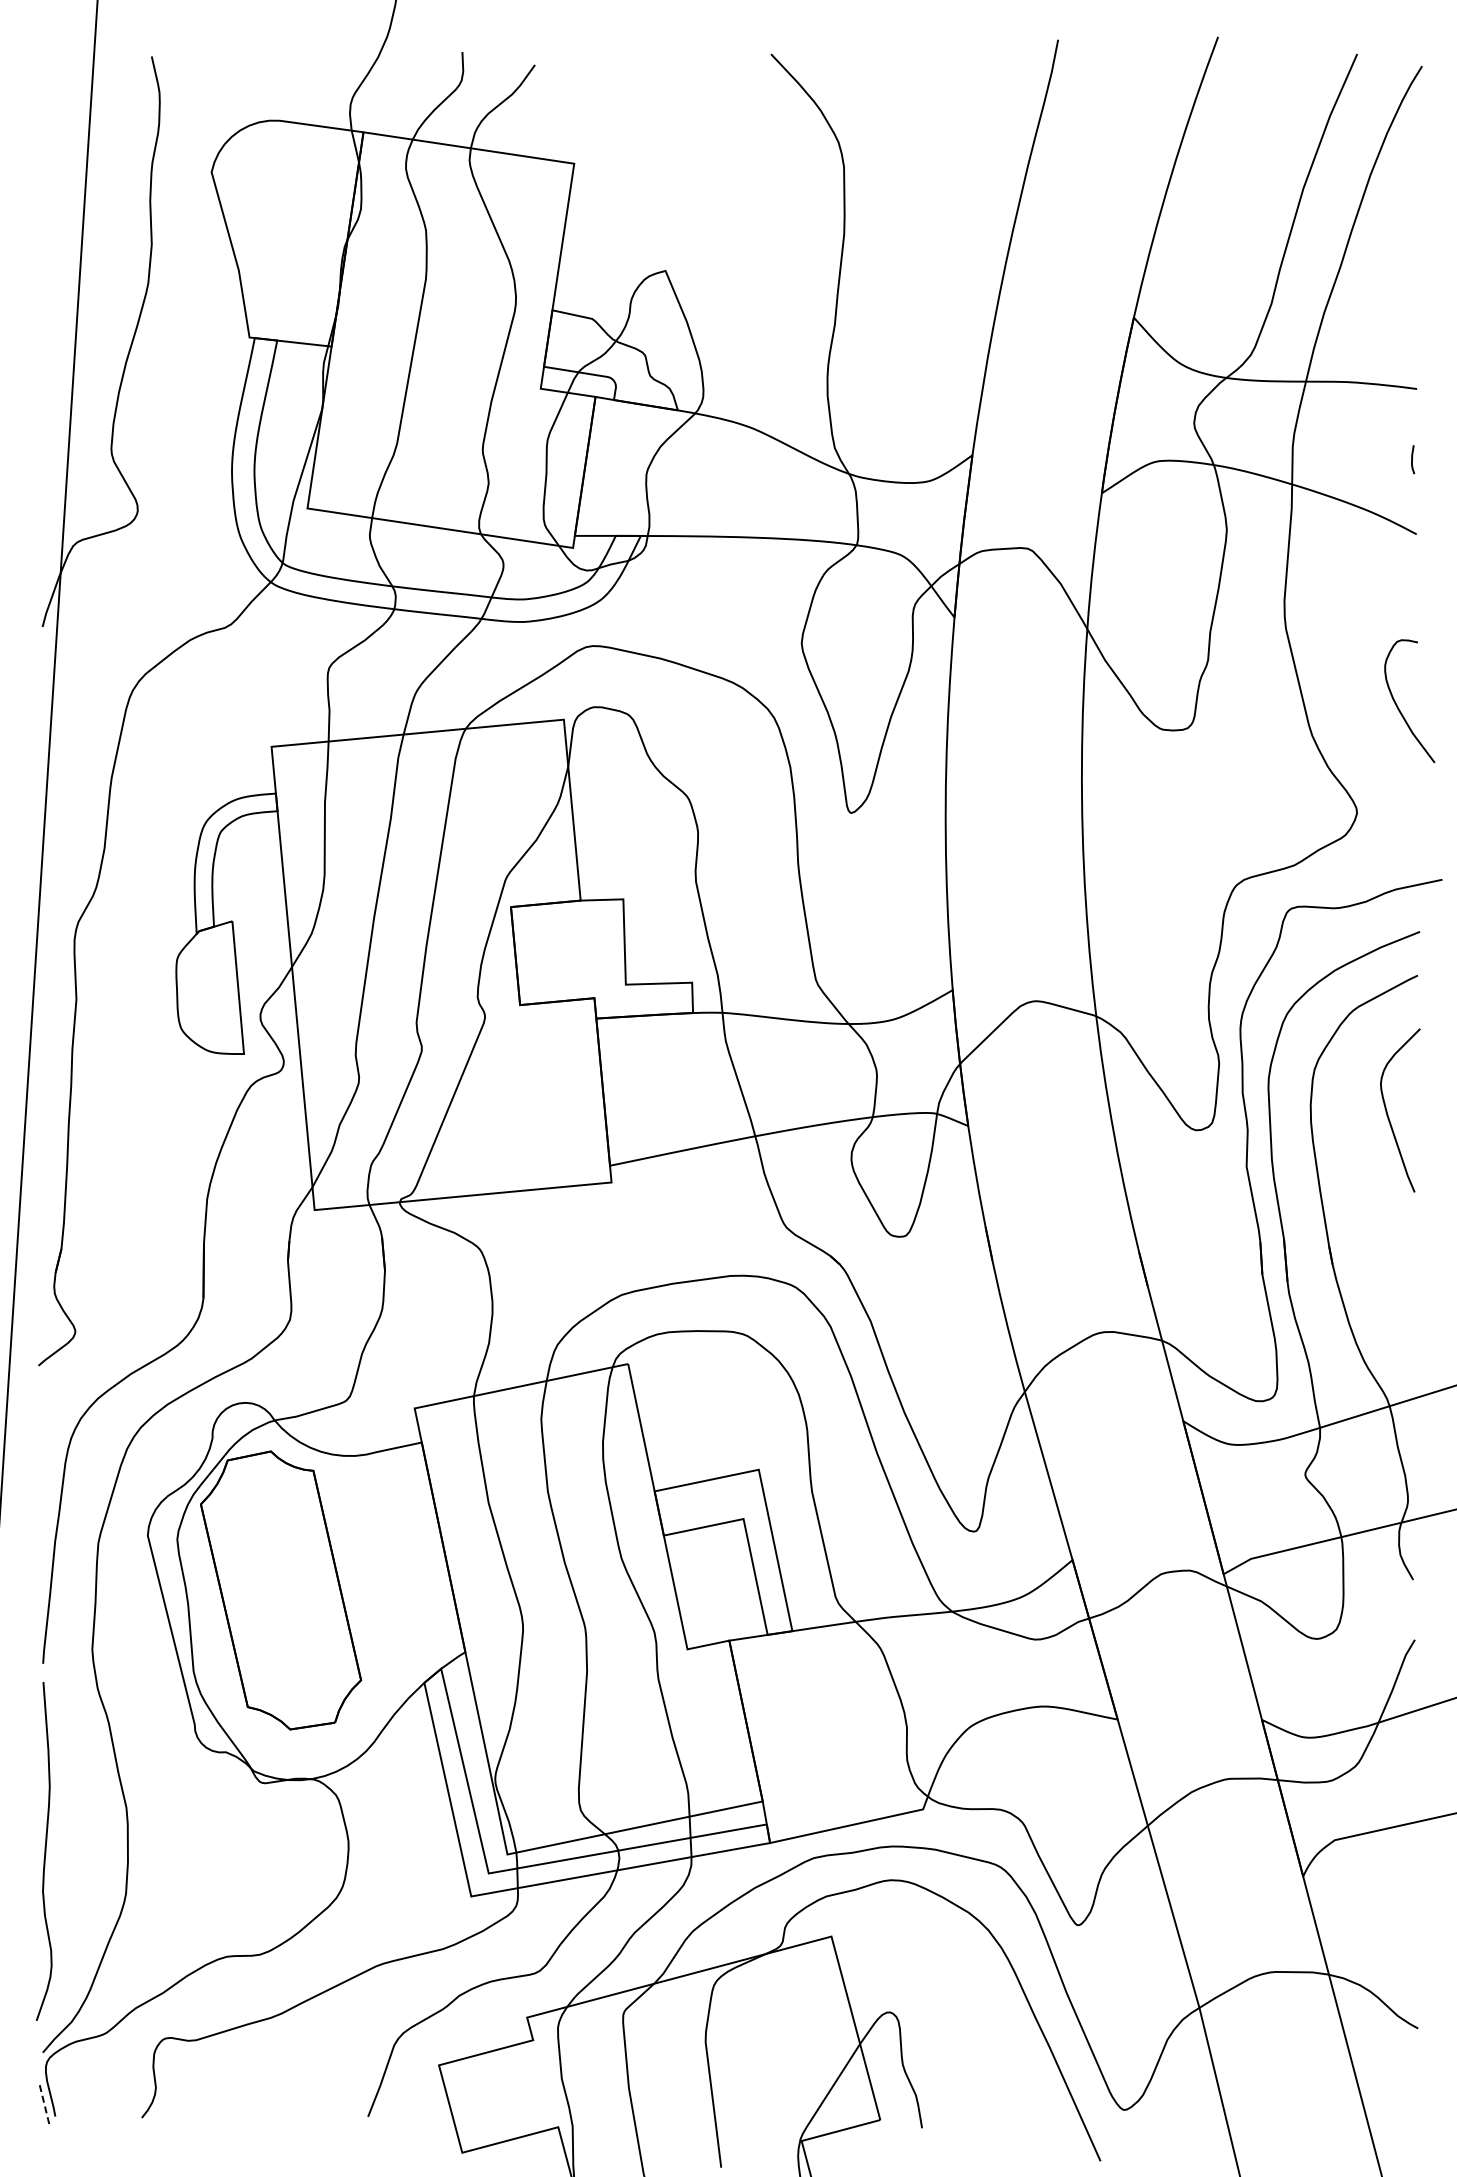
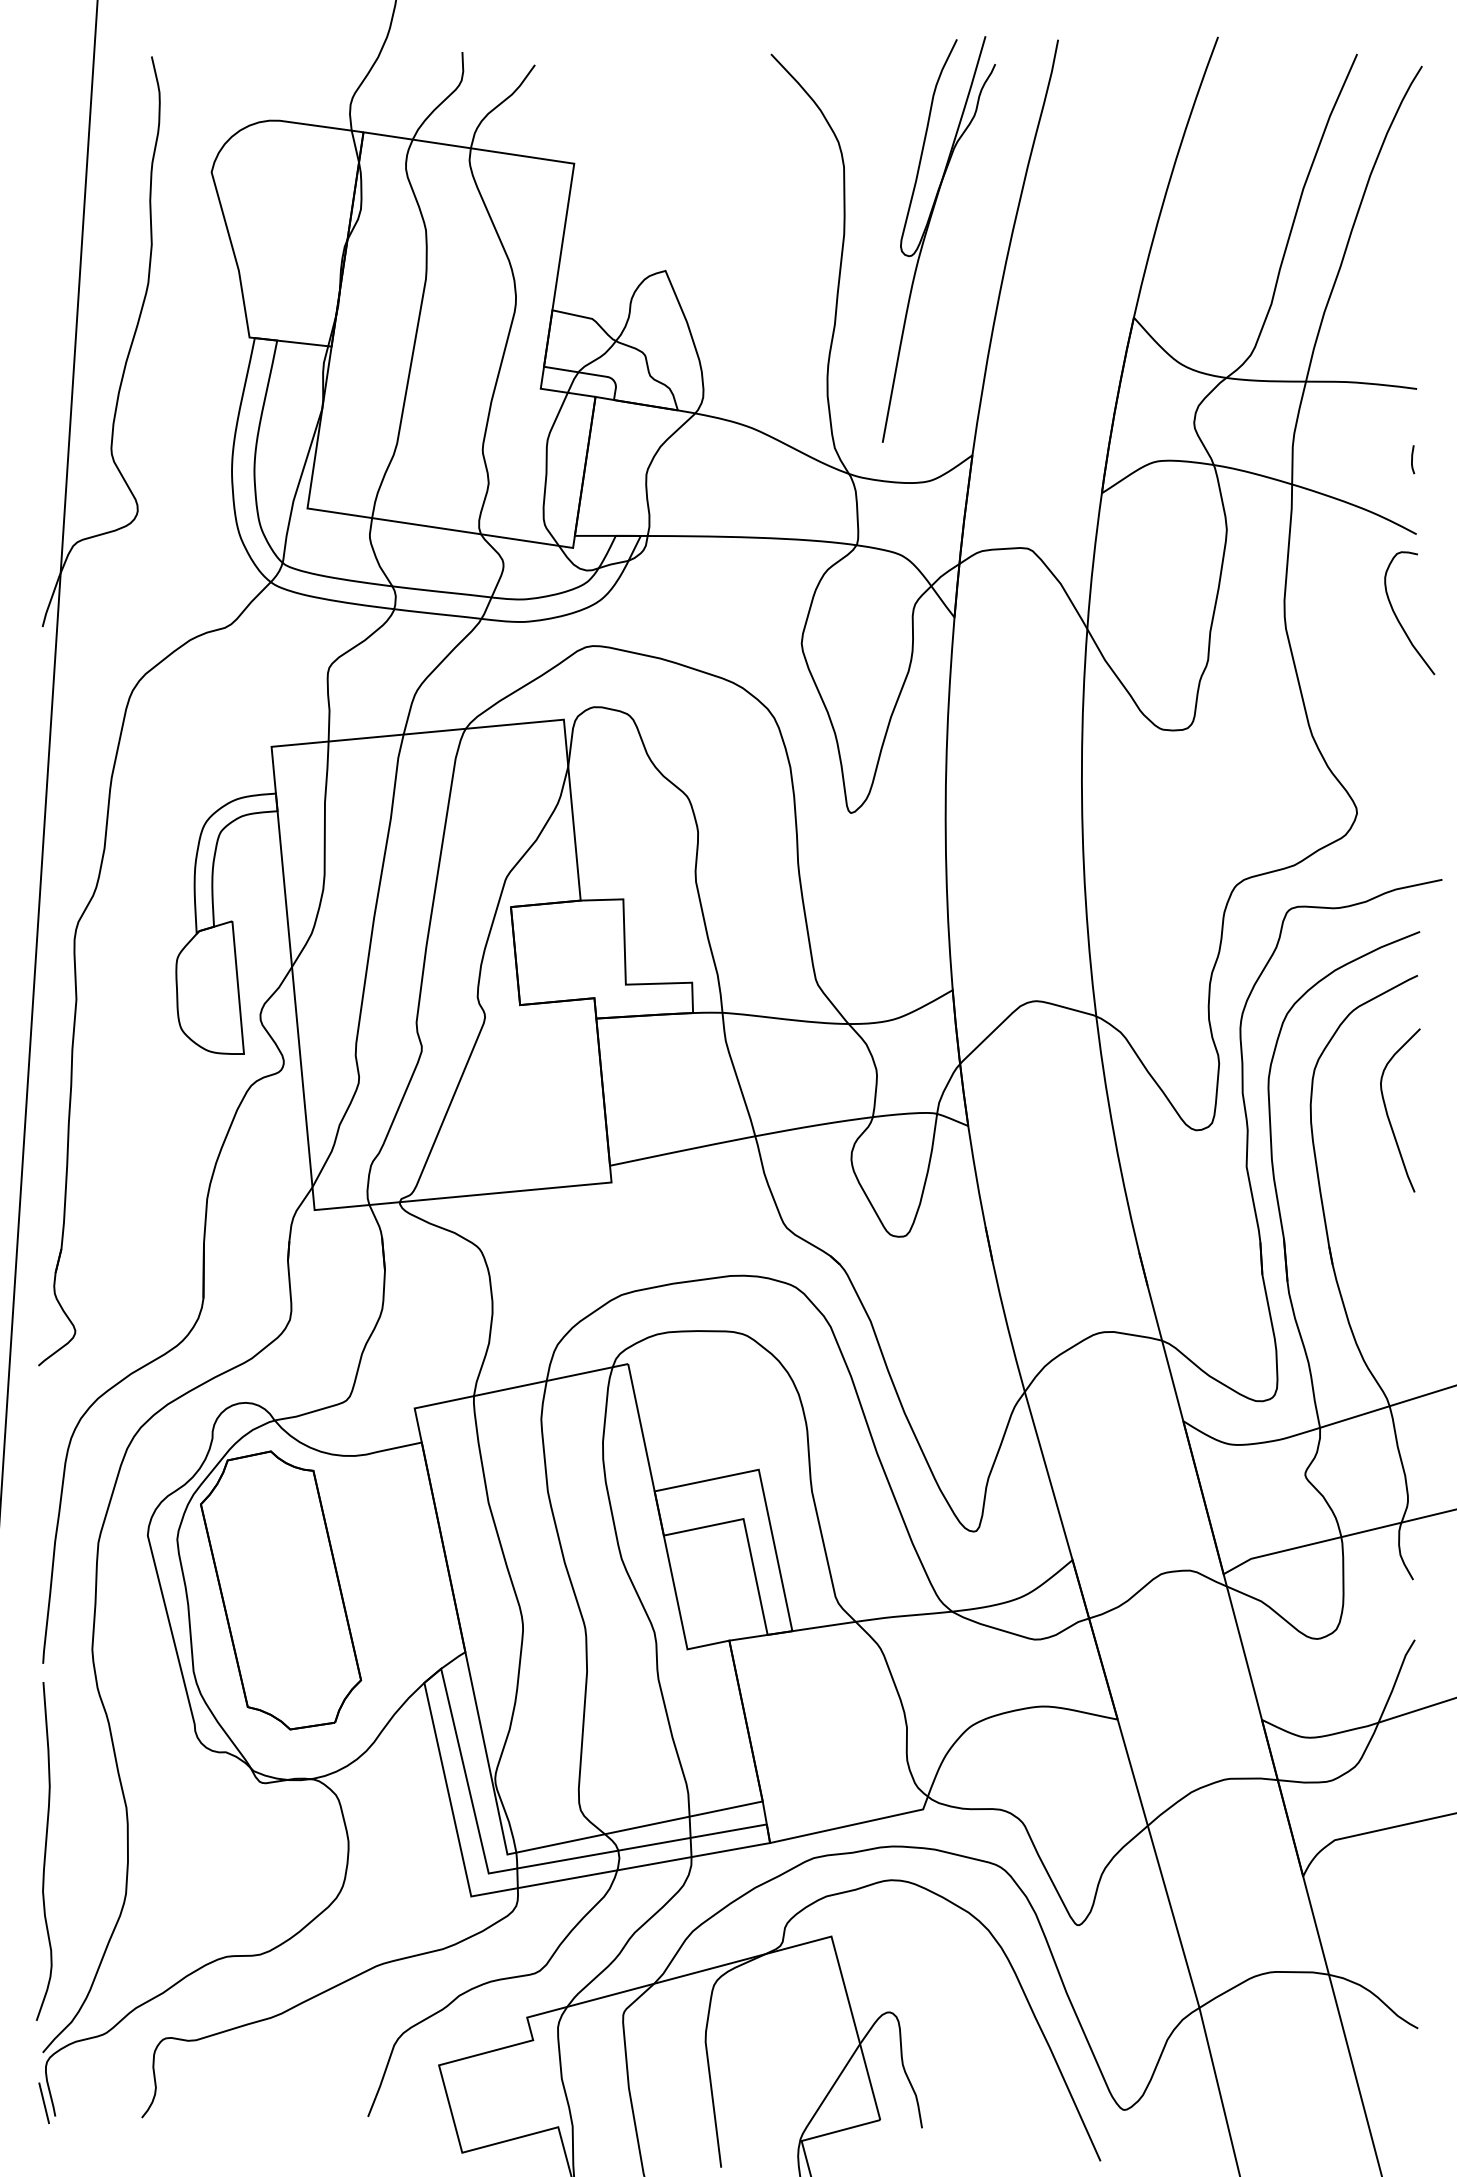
part at (926, 235): none -> present
curve at (1398, 706) position: (1398, 706) -> (1398, 618)
line at (44, 2102): dashed -> solid
